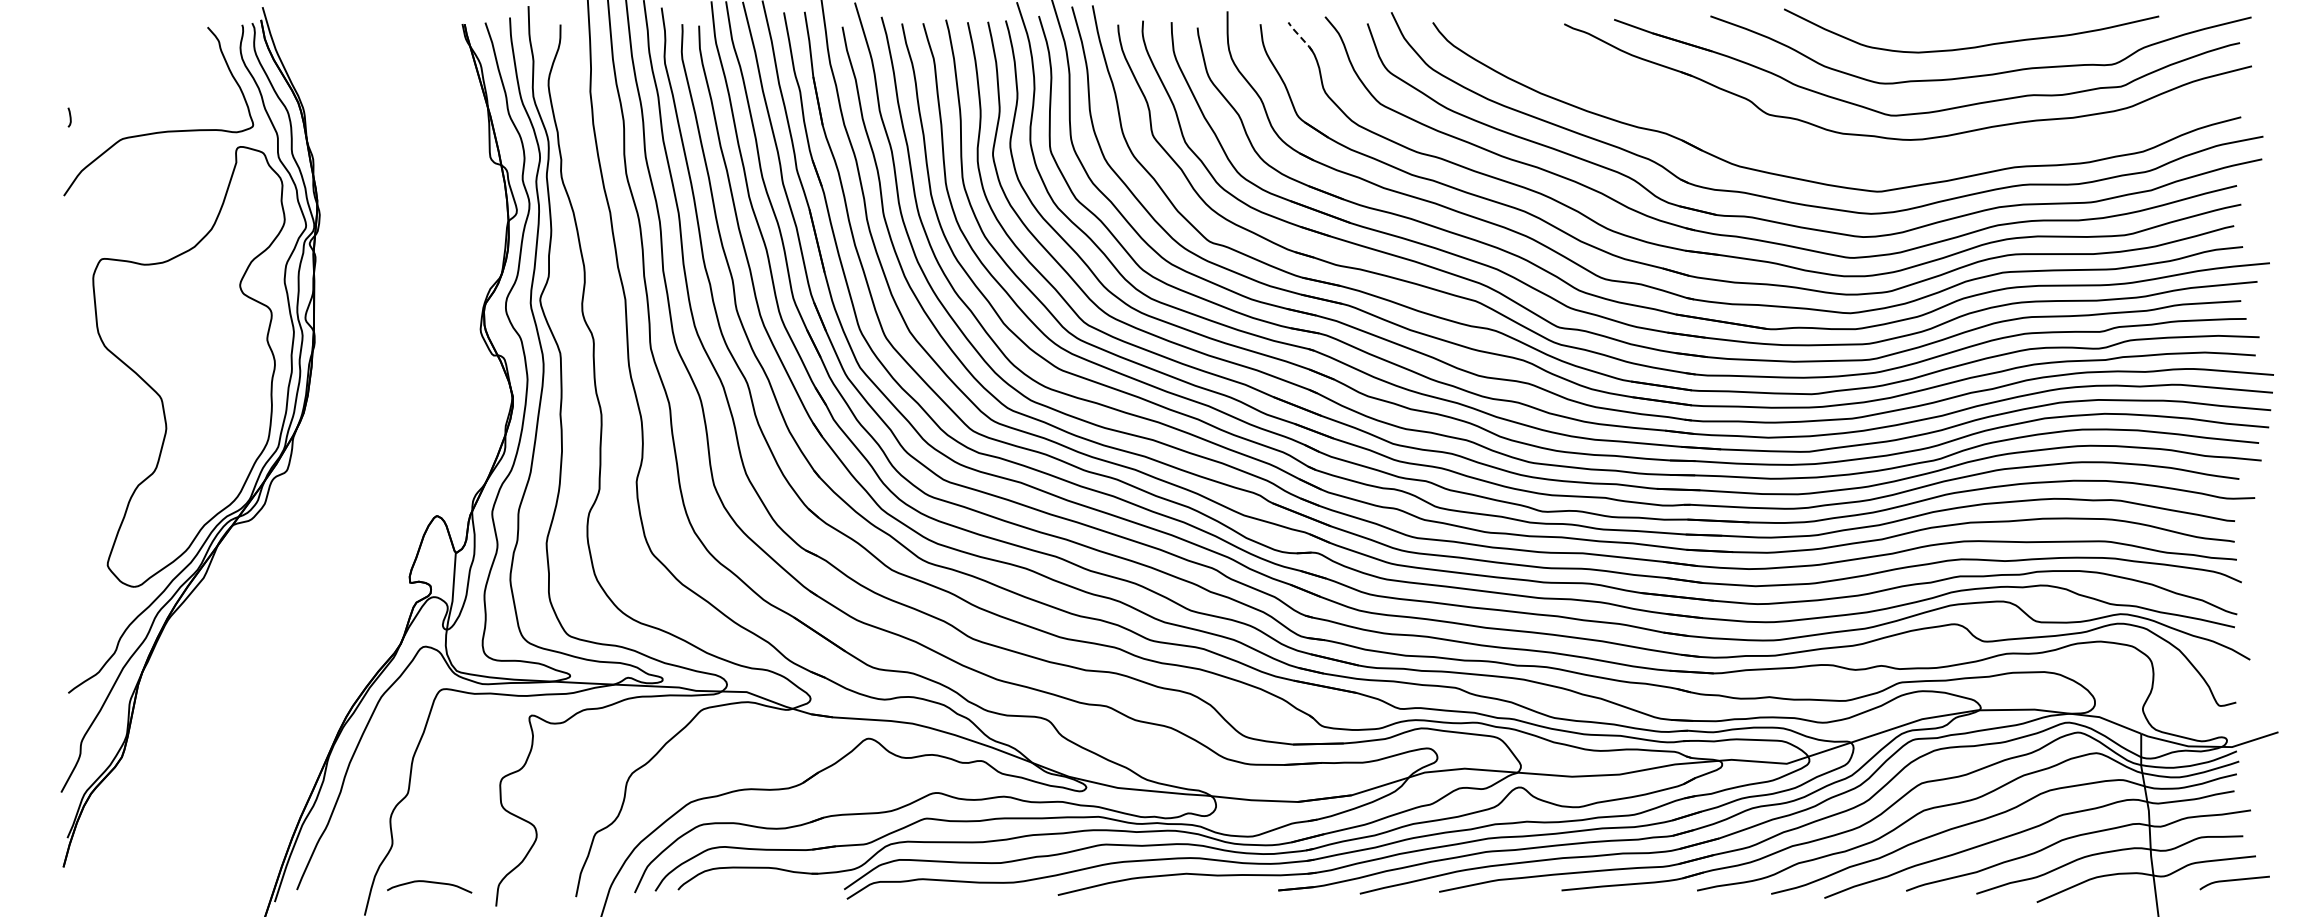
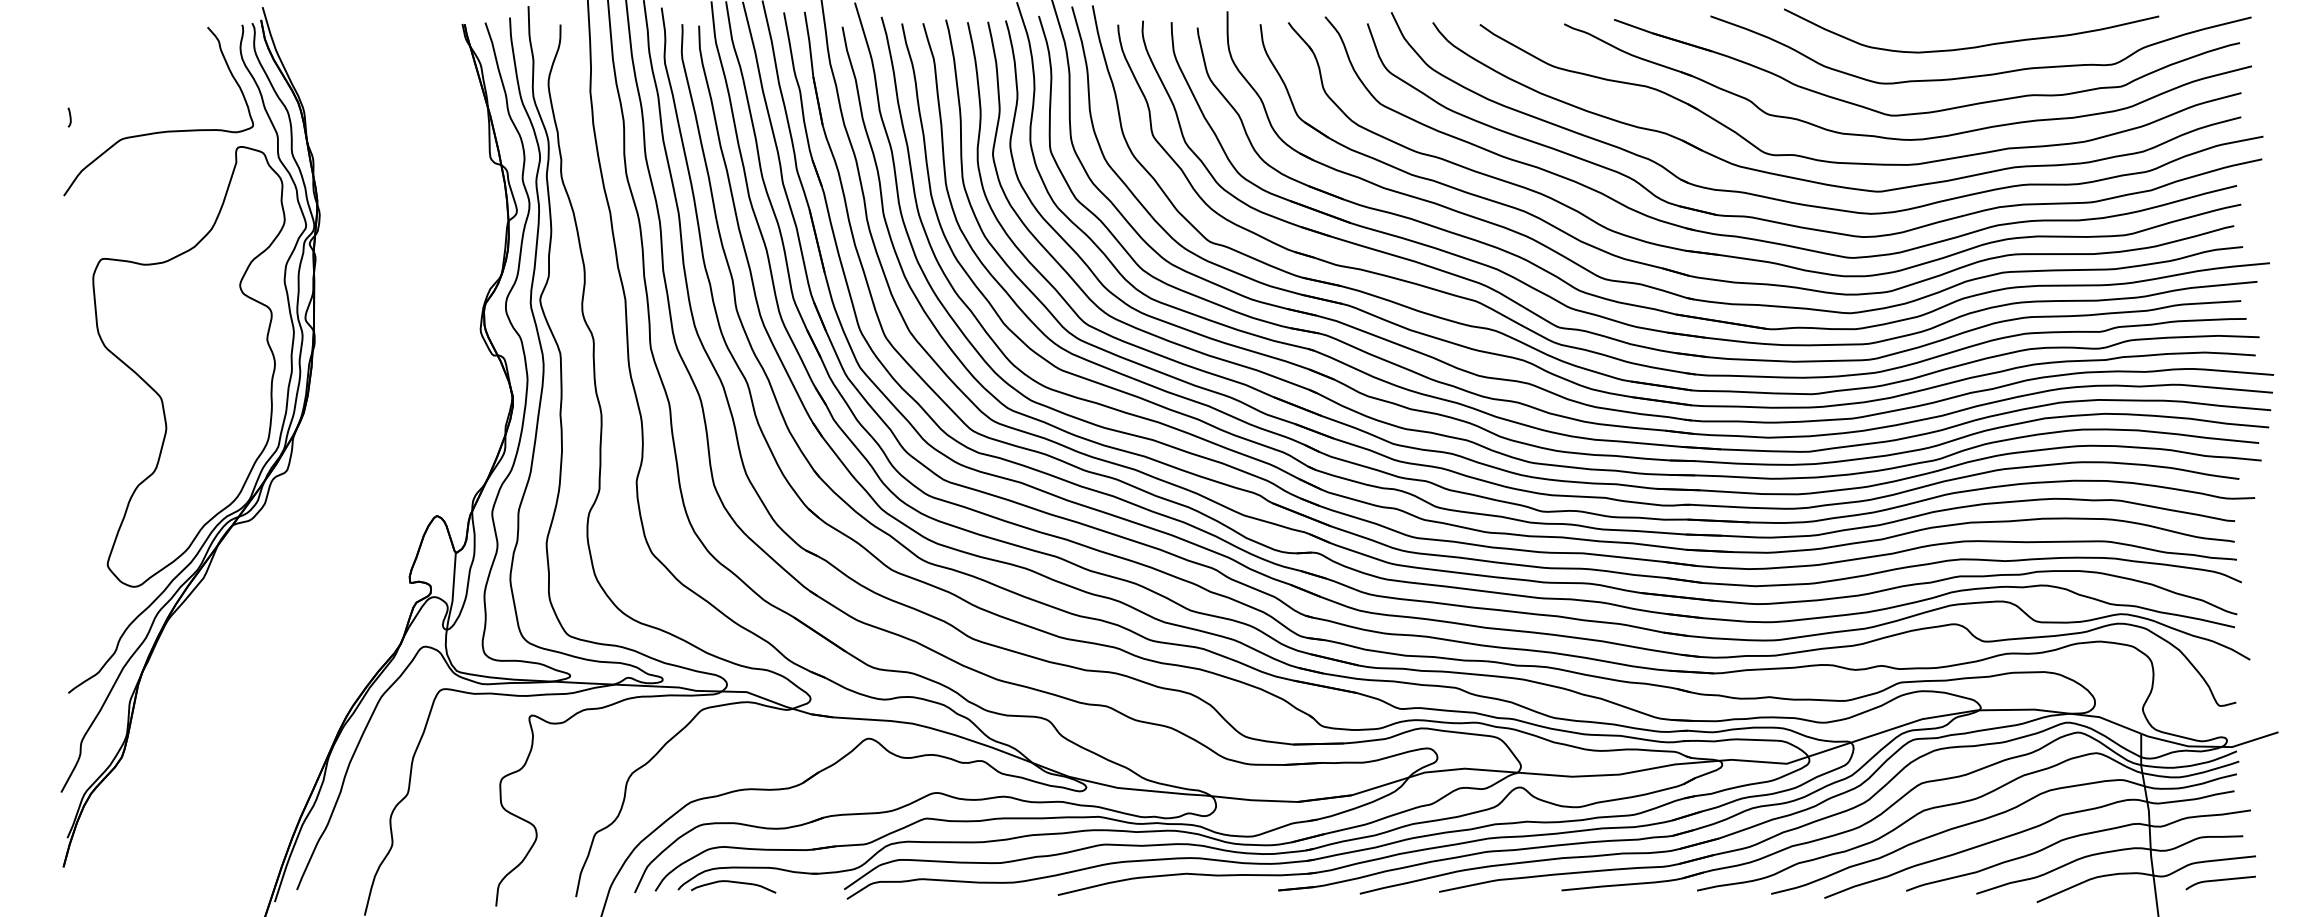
line at (1300, 36): dashed -> solid
part at (1860, 162): none -> present
curve at (2233, 881) position: (2233, 881) -> (2219, 881)
curve at (431, 883) position: (431, 883) -> (735, 883)
